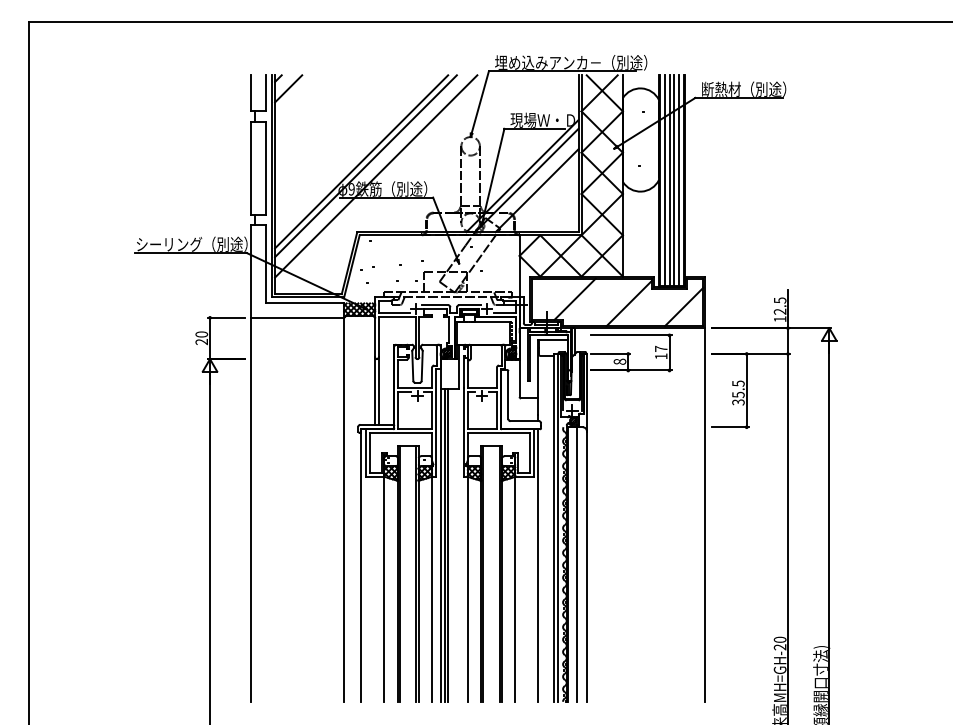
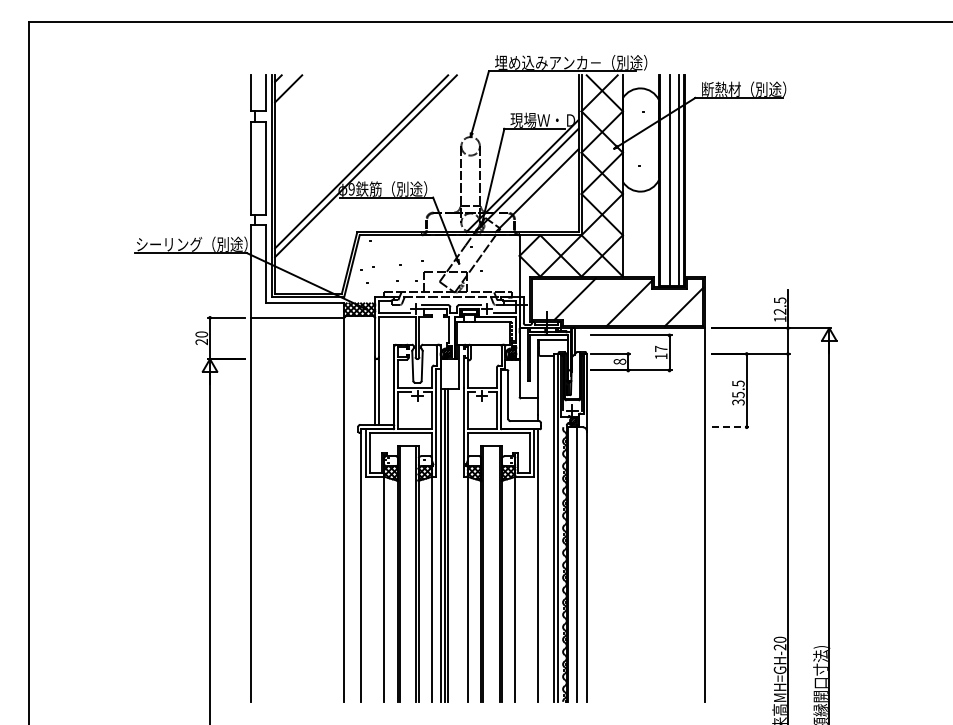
line at (376, 176): present -> none
line at (664, 180): present -> none
line at (674, 180): present -> none
line at (730, 427): solid -> dashed
